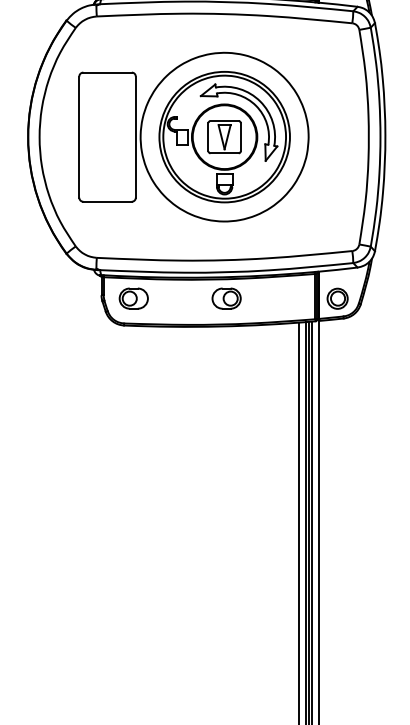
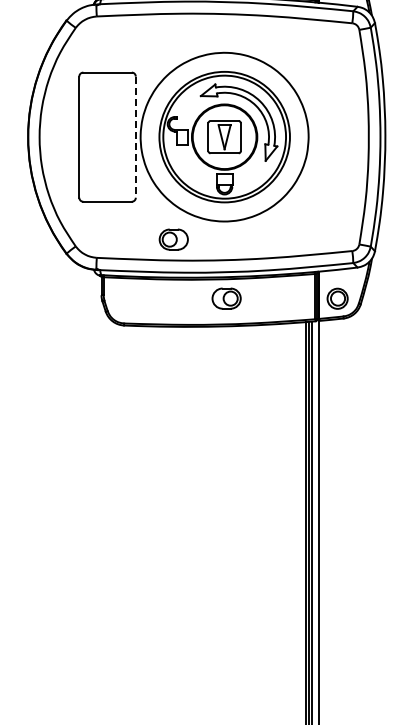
line at (135, 137): solid -> dashed
part at (133, 298) position: (133, 298) -> (173, 239)
line at (298, 521): present -> none
